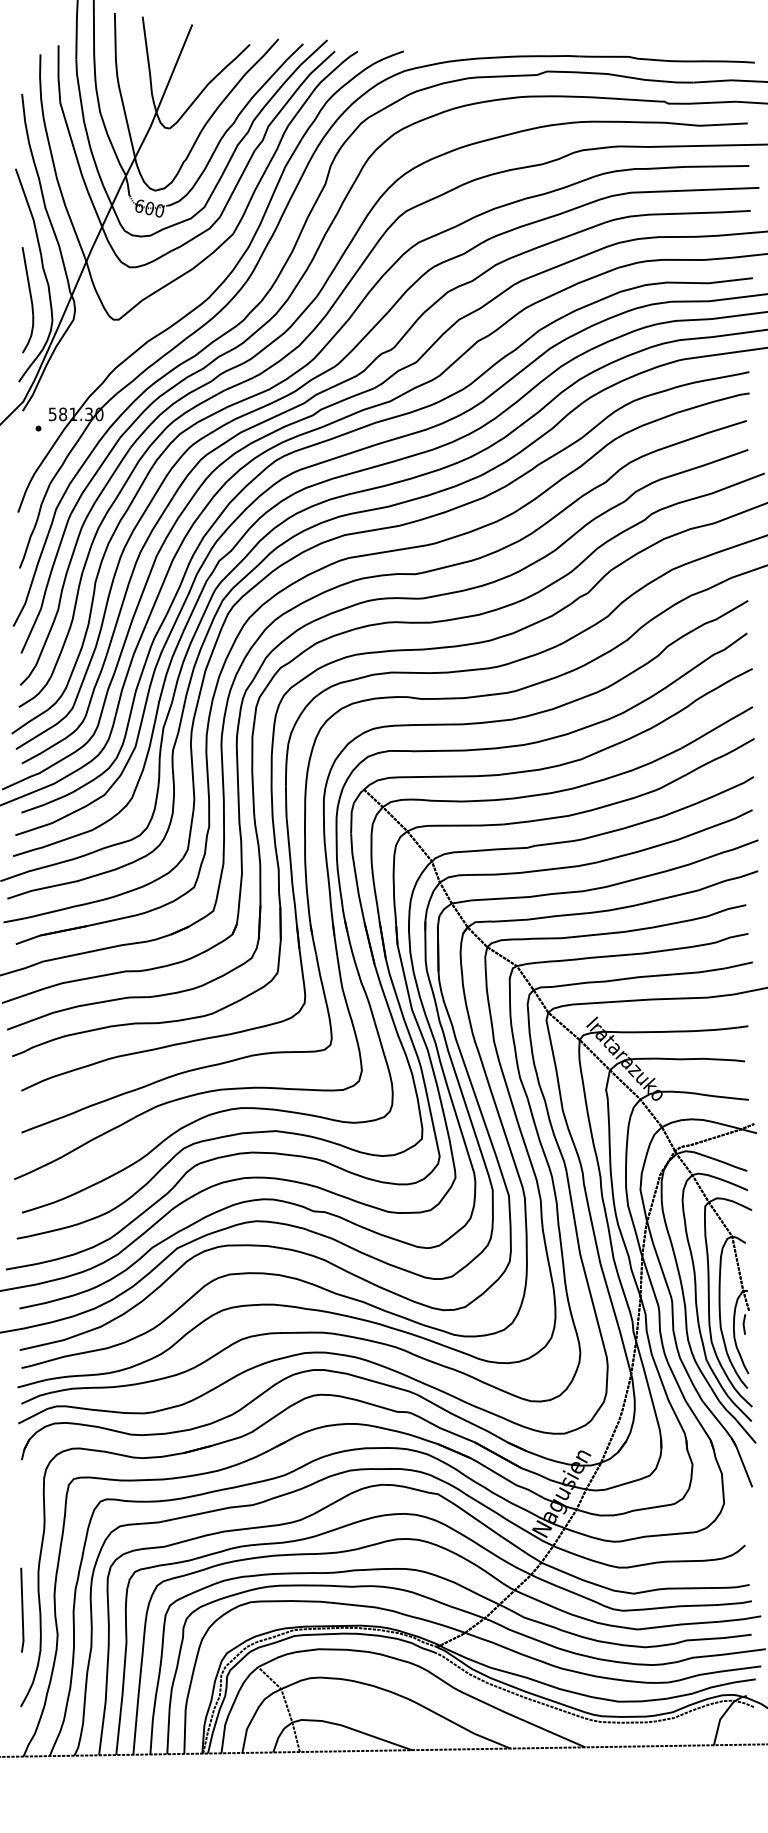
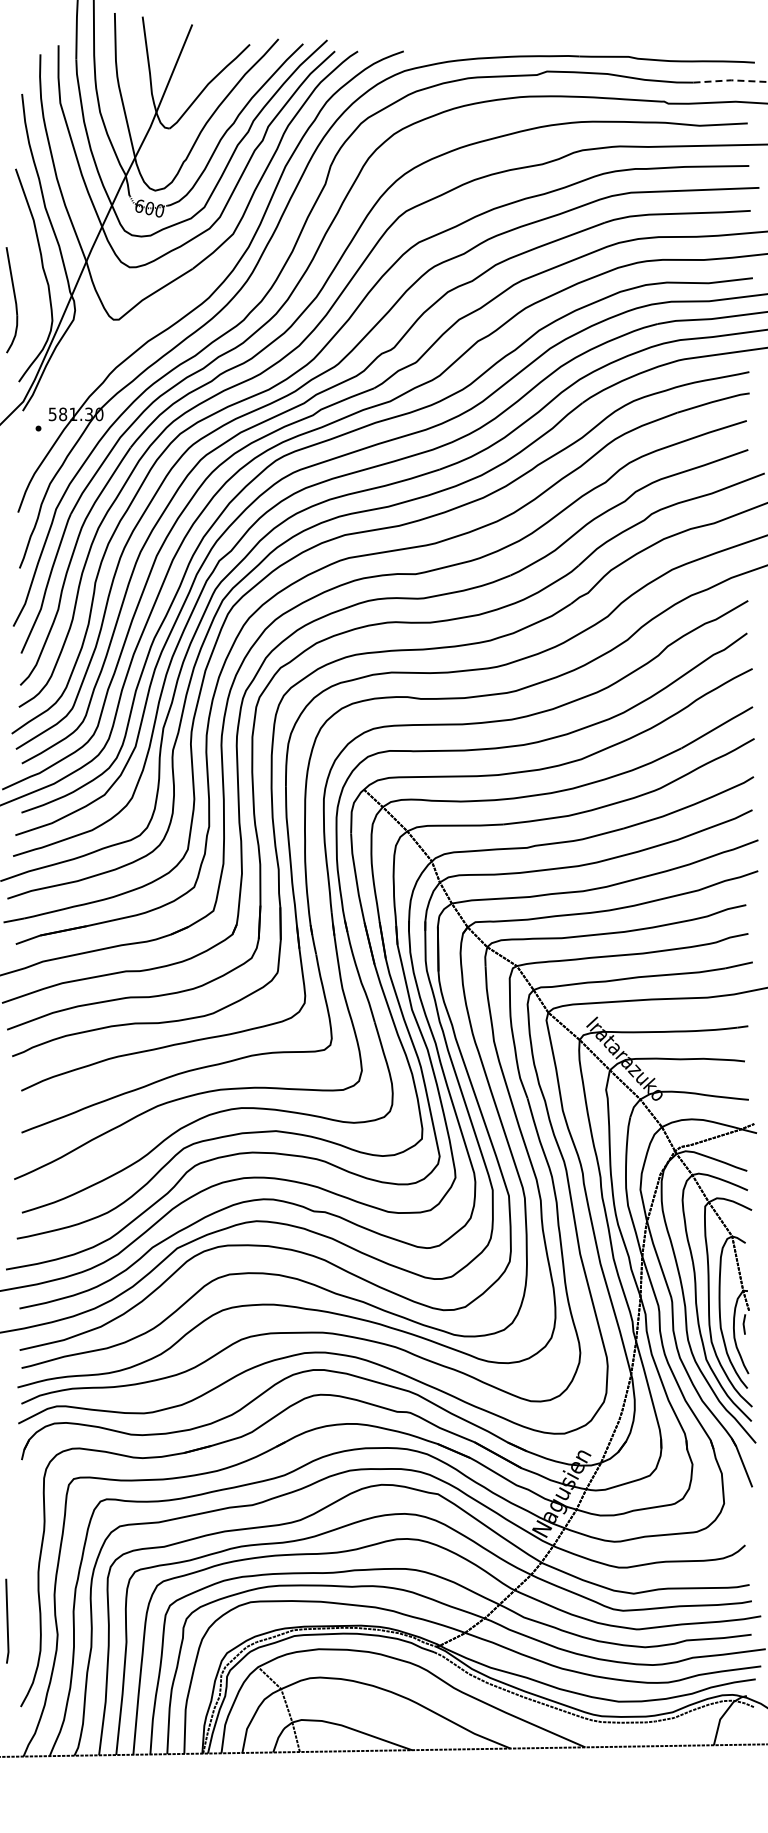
line at (731, 80): solid -> dashed
part at (27, 300) position: (27, 300) -> (11, 300)
line at (22, 1609) position: (22, 1609) -> (7, 1620)
